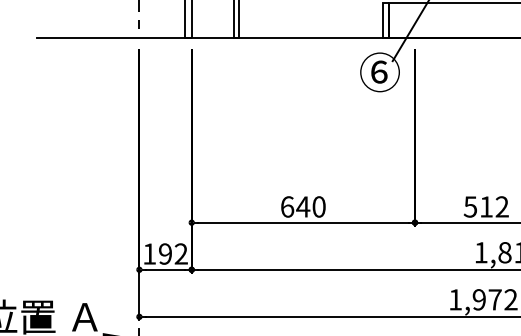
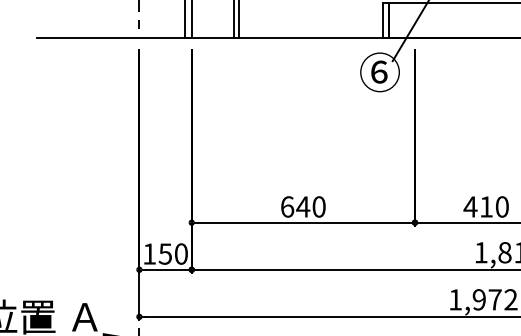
text at (485, 206): 512 -> 410
text at (172, 253): 192 -> 150
